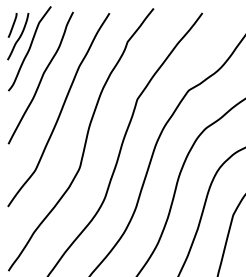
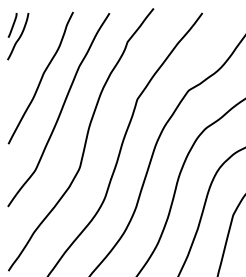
curve at (29, 48): present -> none
